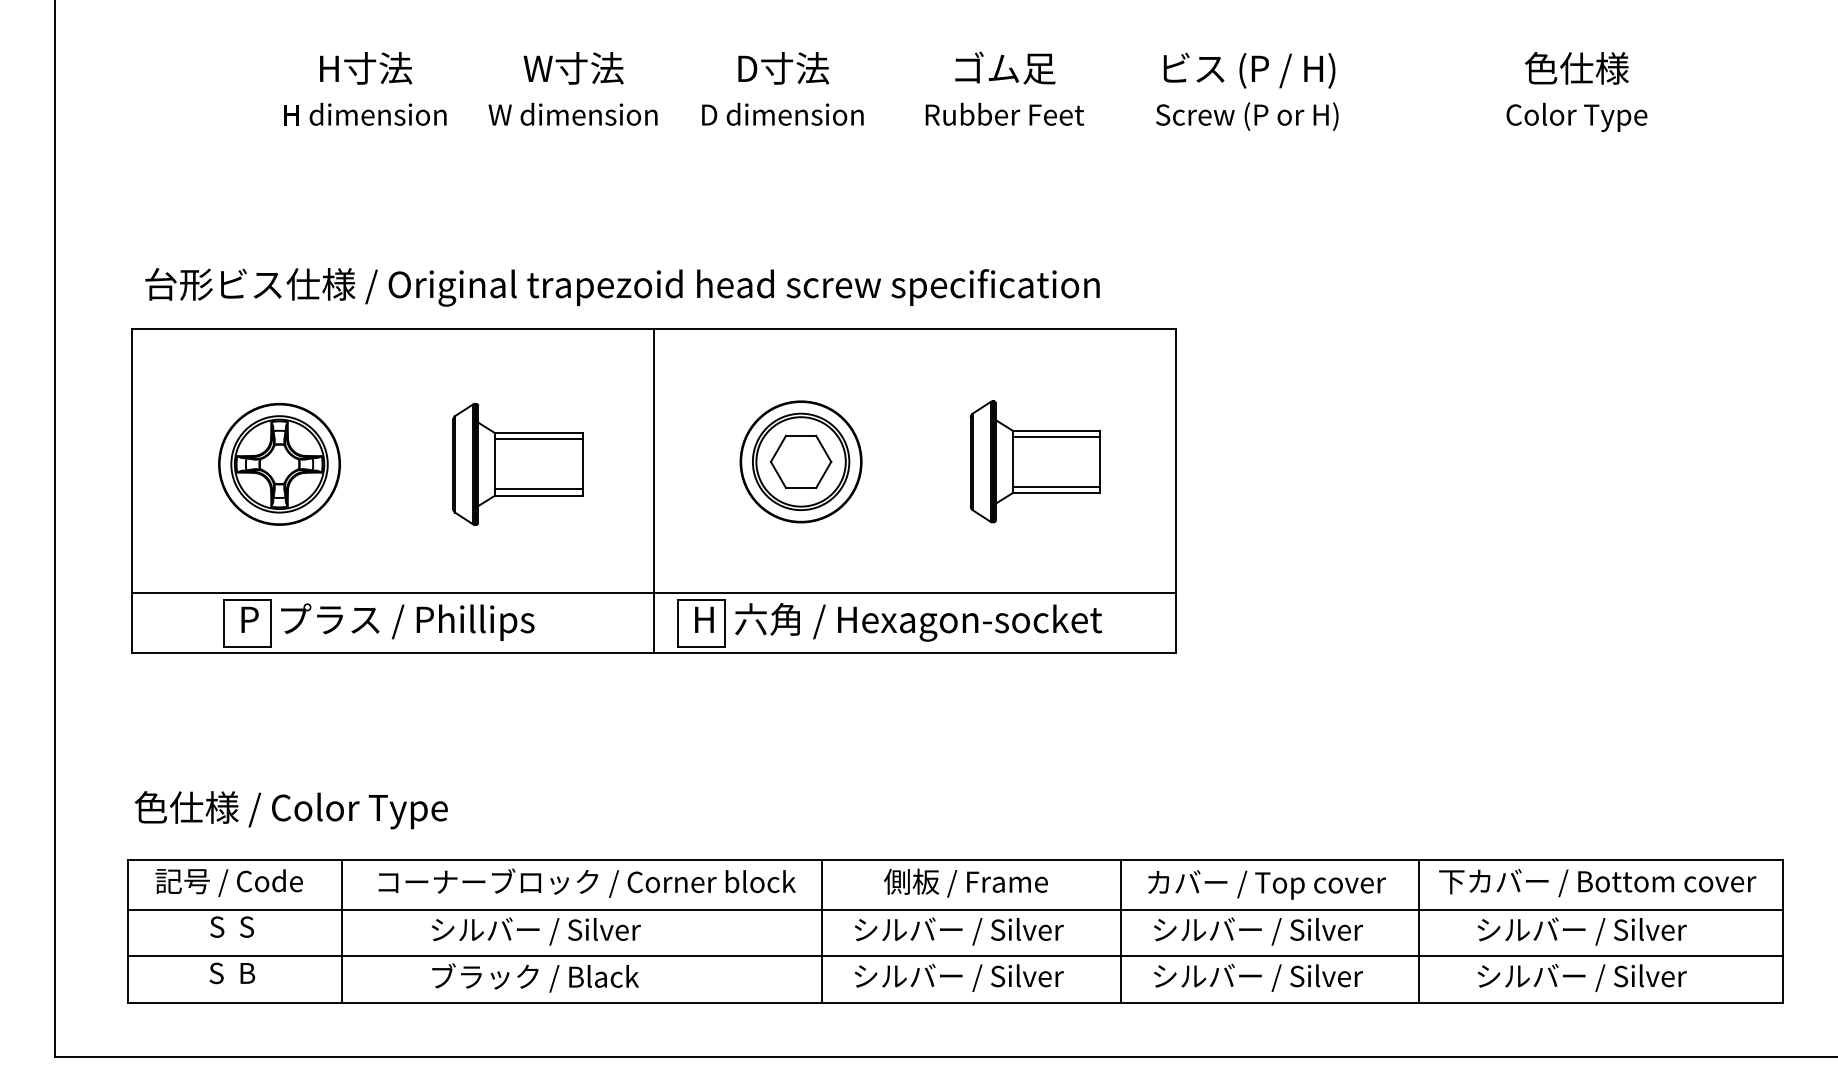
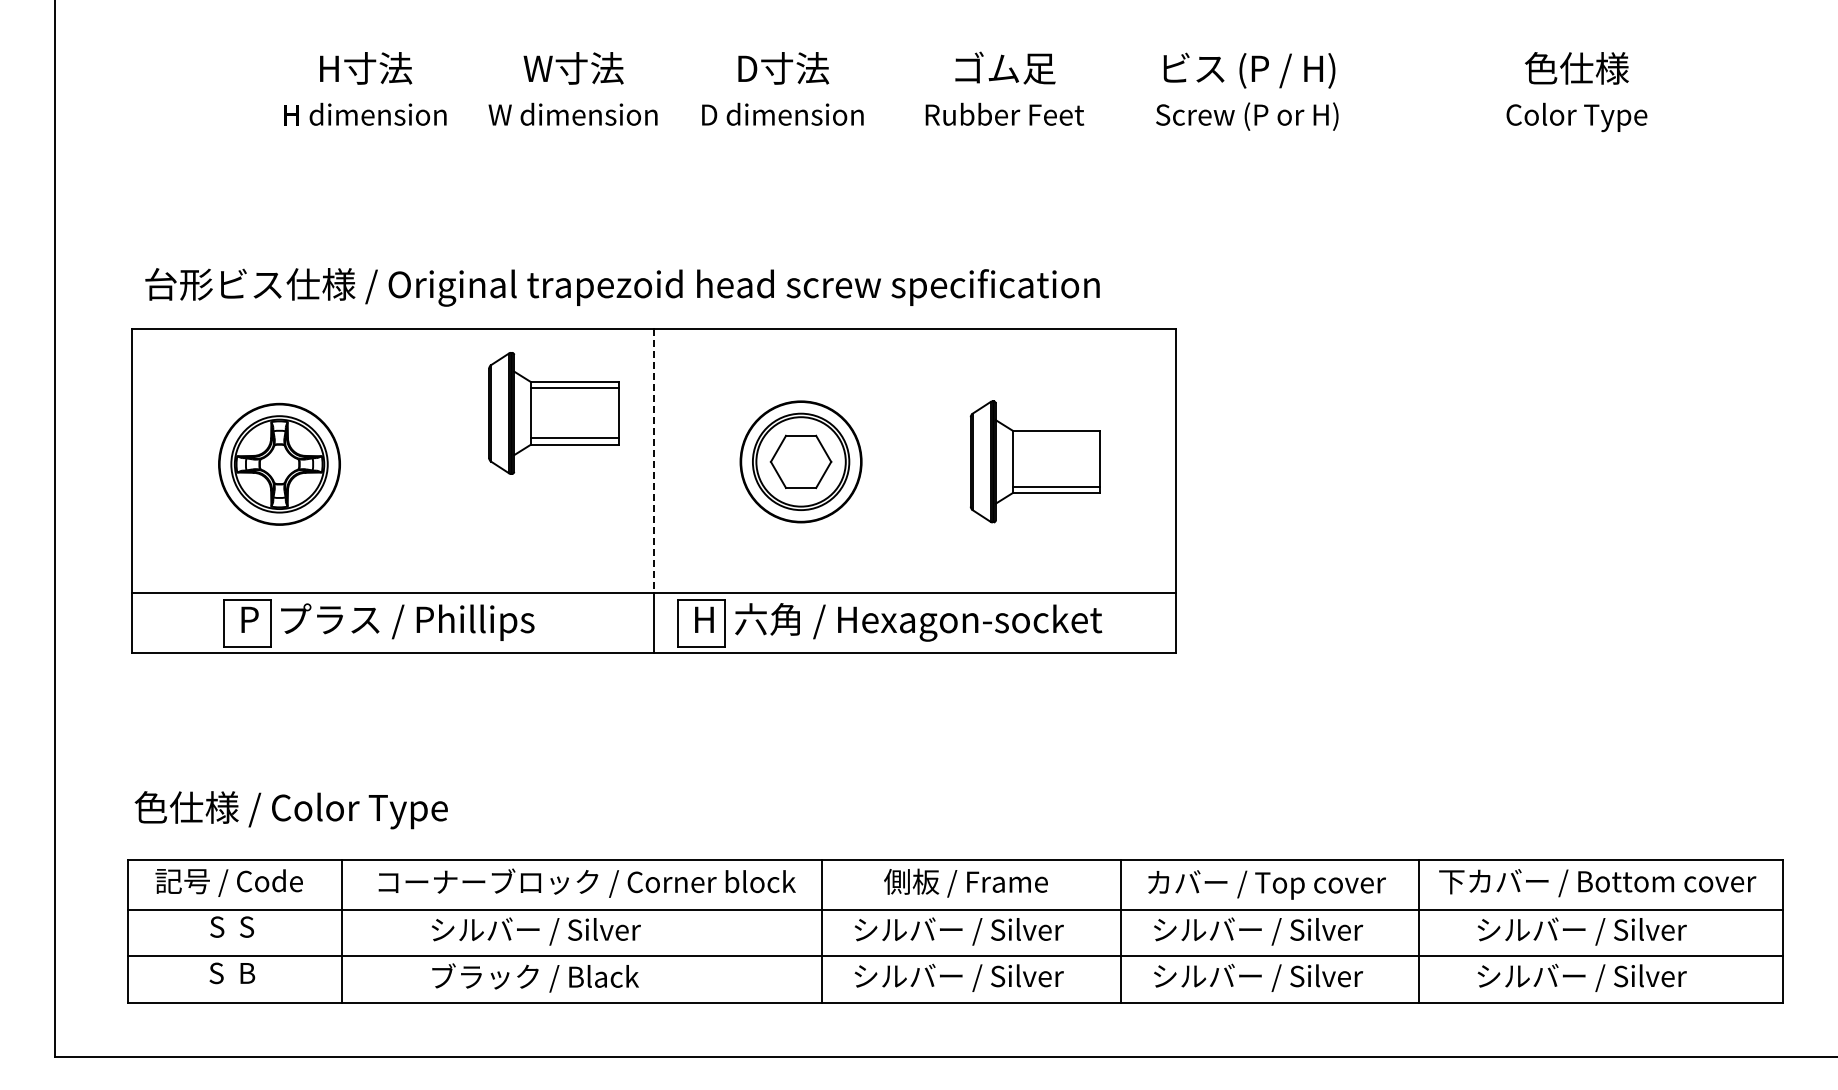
line at (1056, 436): present -> none
line at (653, 461): solid -> dashed
part at (517, 464) position: (517, 464) -> (553, 413)
